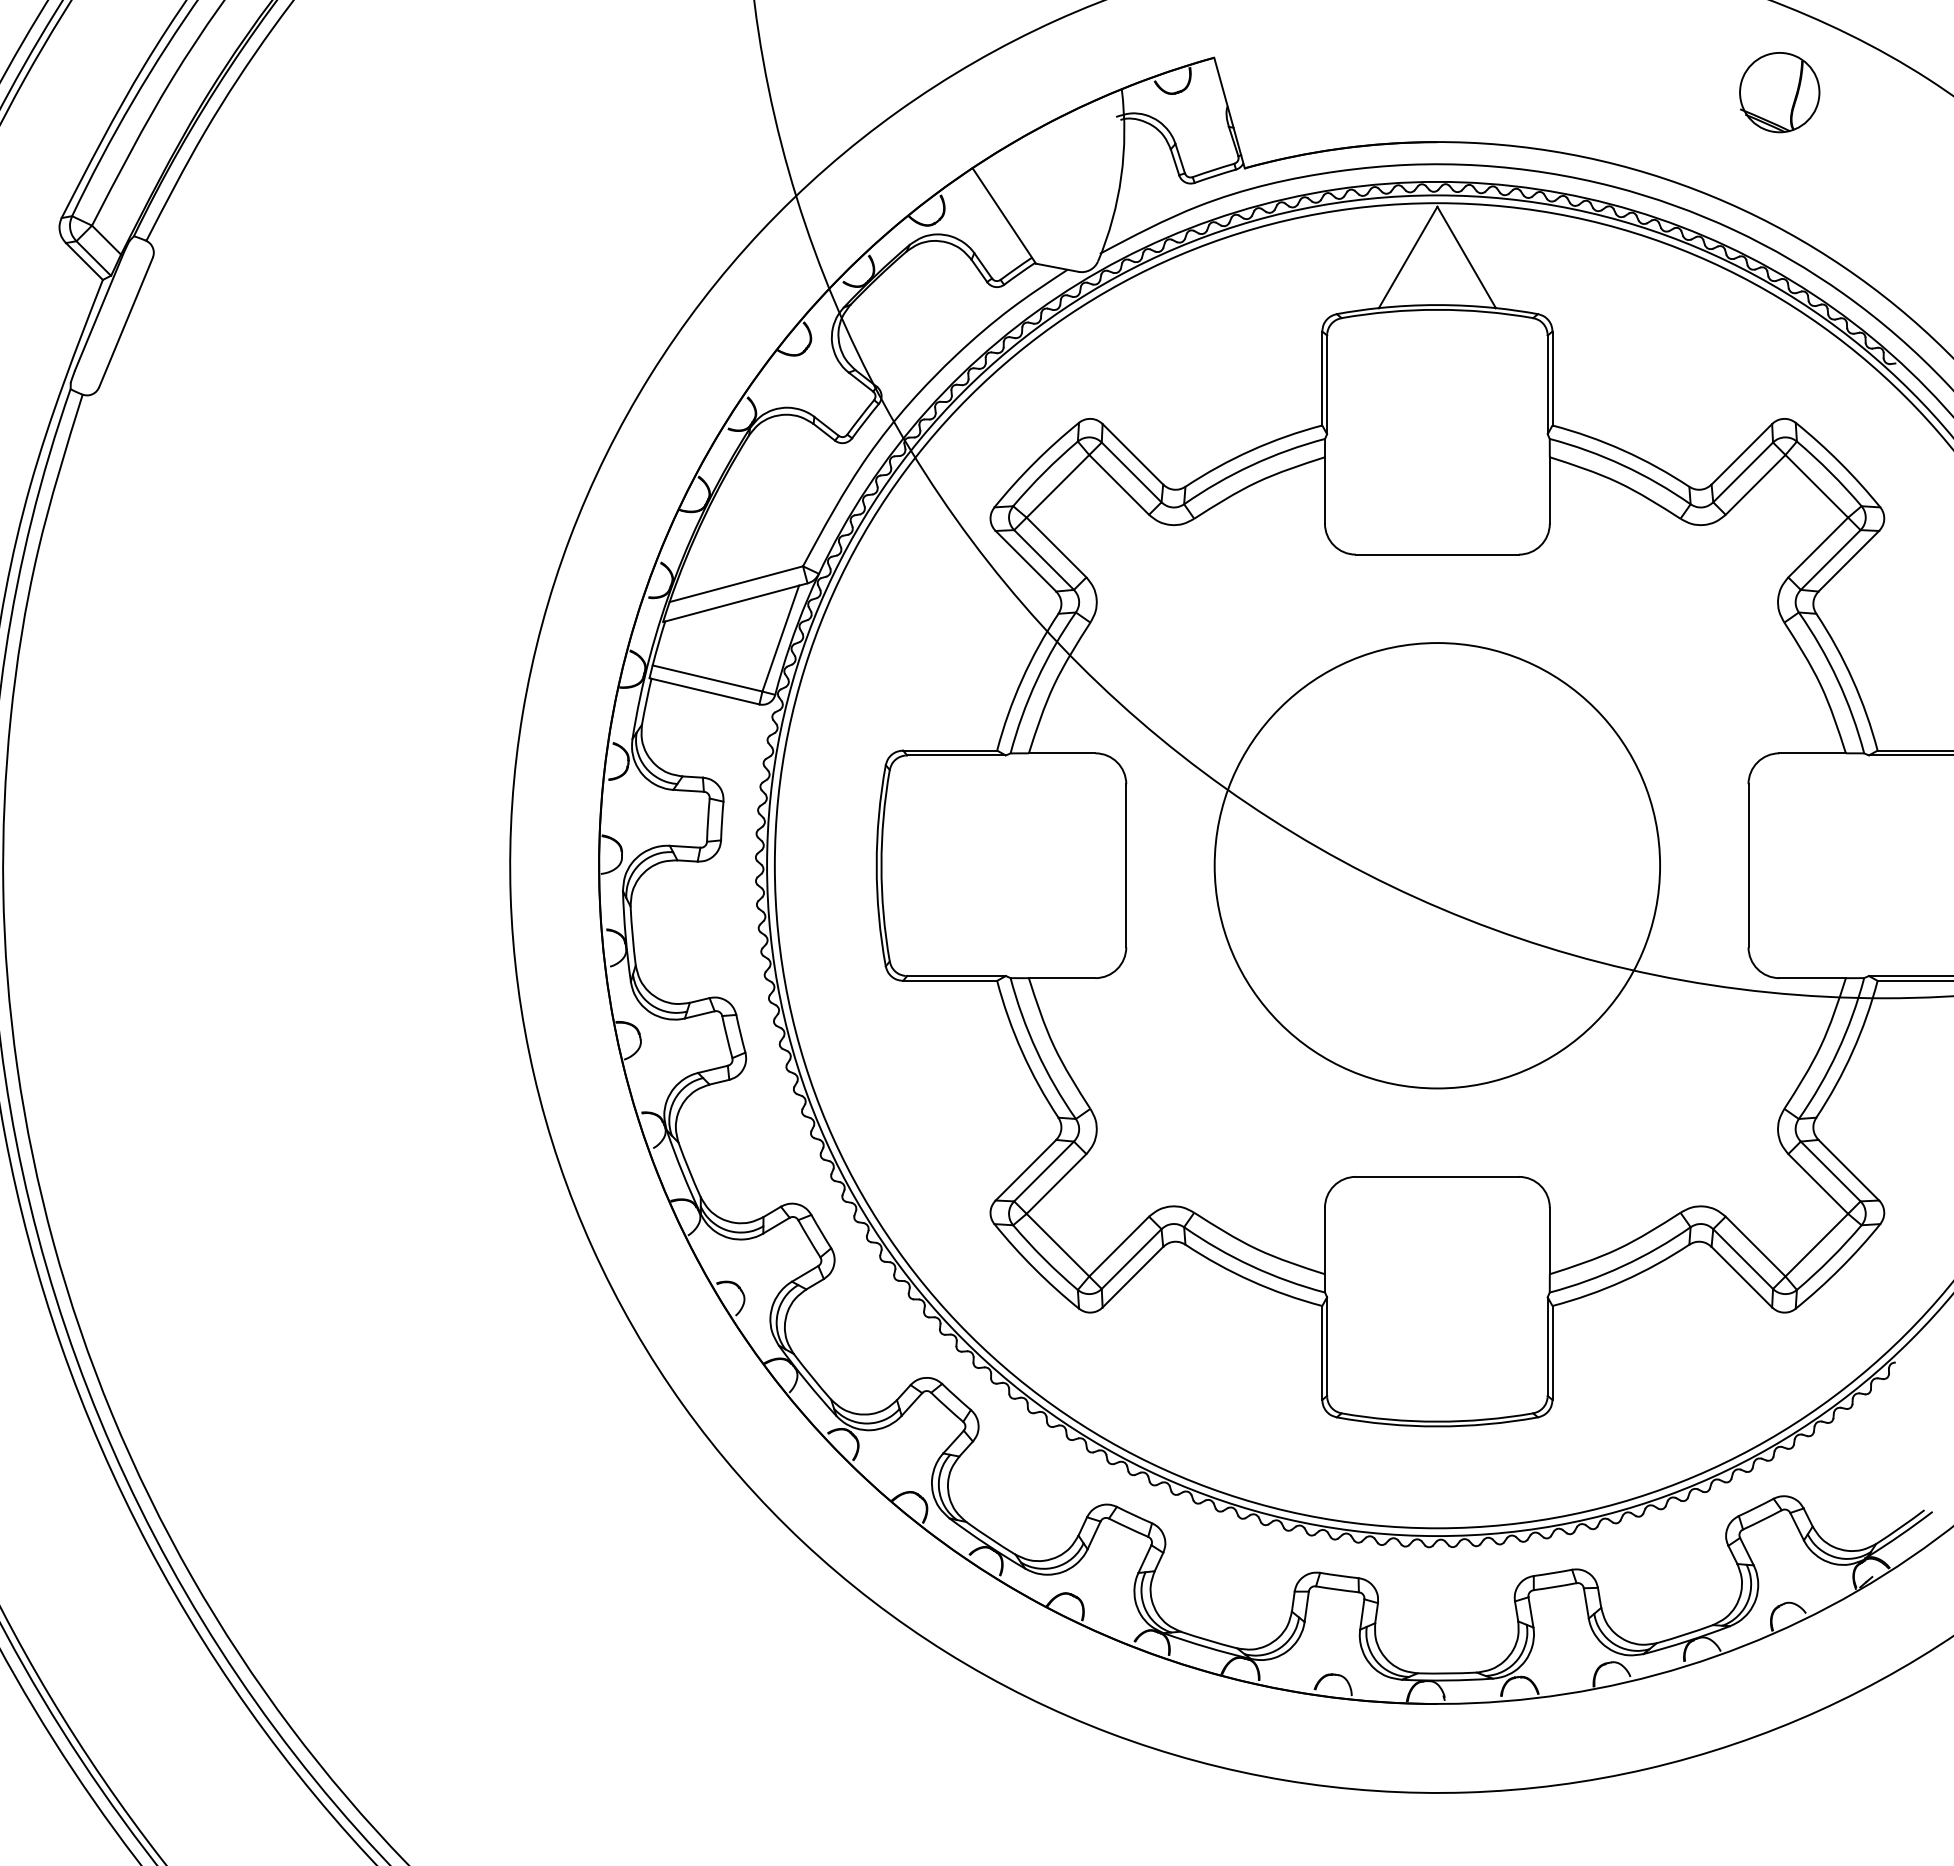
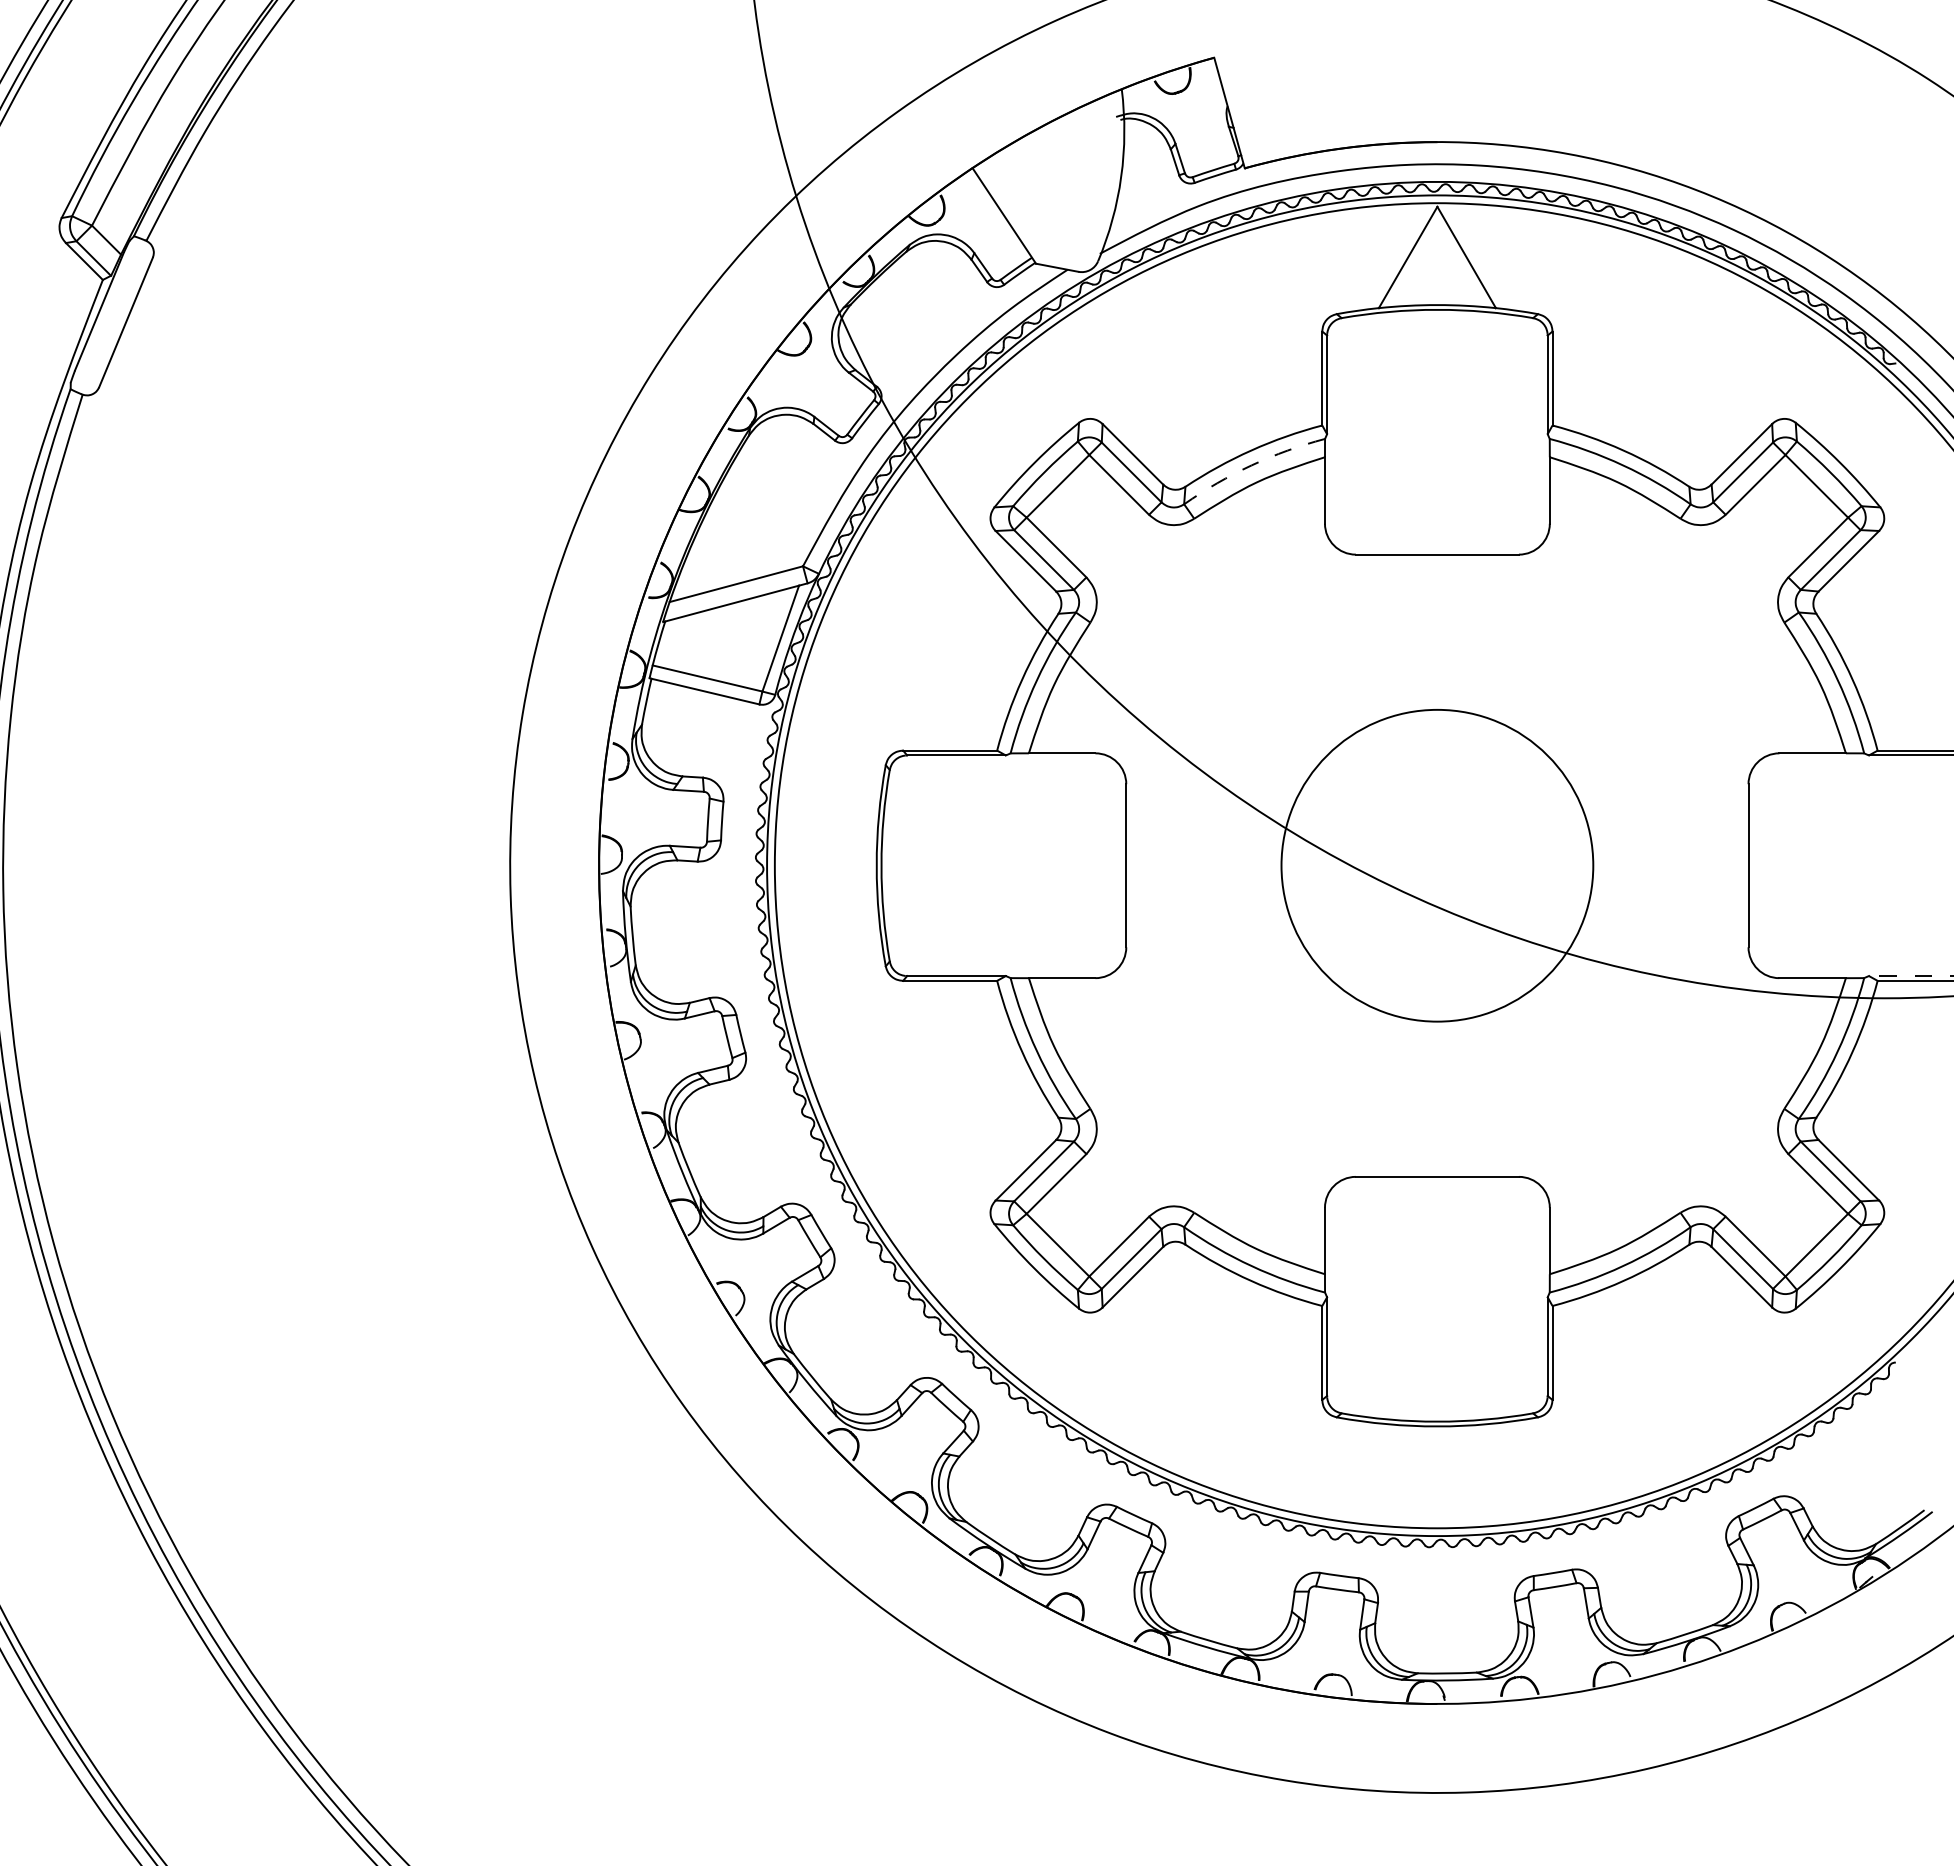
part at (1779, 92): present -> none
arc at (1251, 465): solid -> dashed
circle at (1437, 865) diameter: 445 px -> 312 px
line at (1910, 976): solid -> dashed
